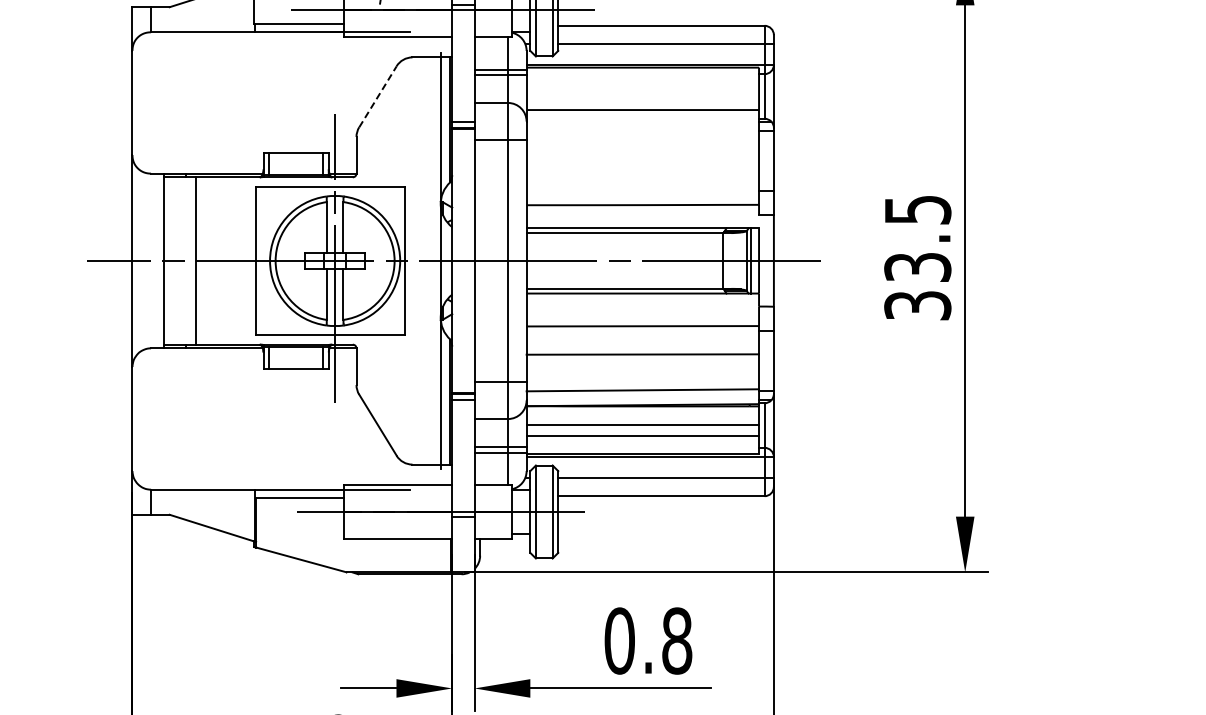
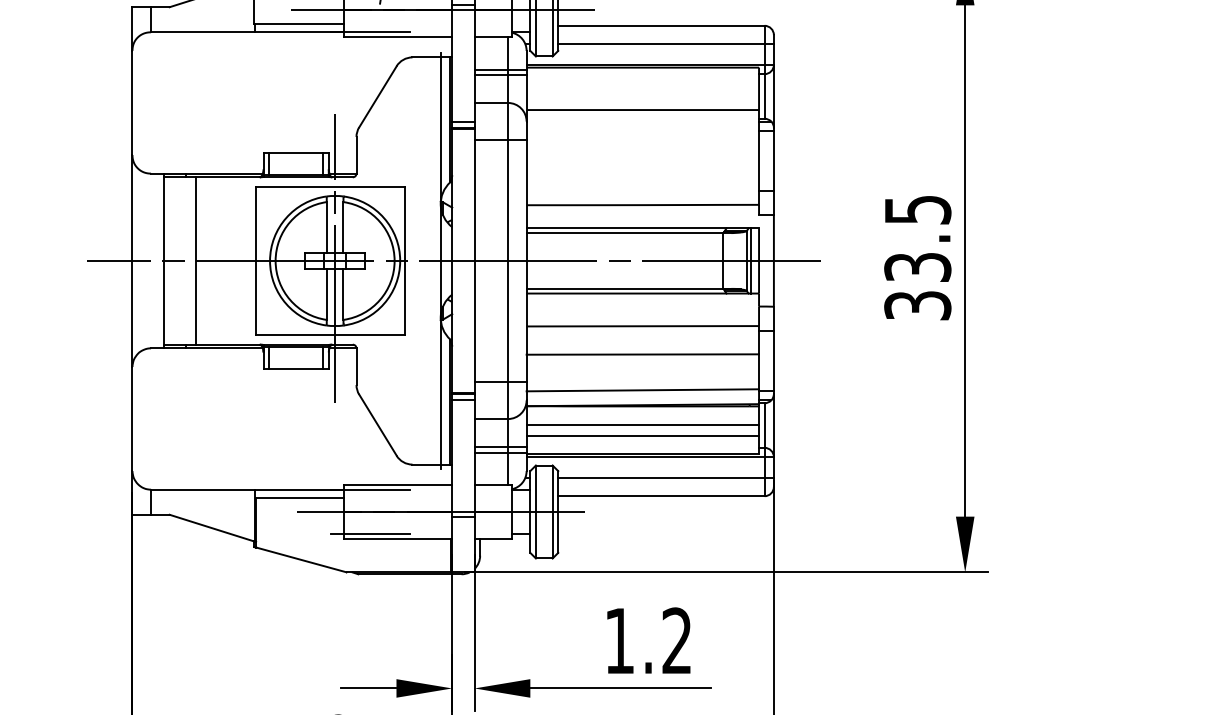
line at (377, 96): dashed -> solid
line at (369, 534): none -> present
text at (648, 640): 0.8 -> 1.2
